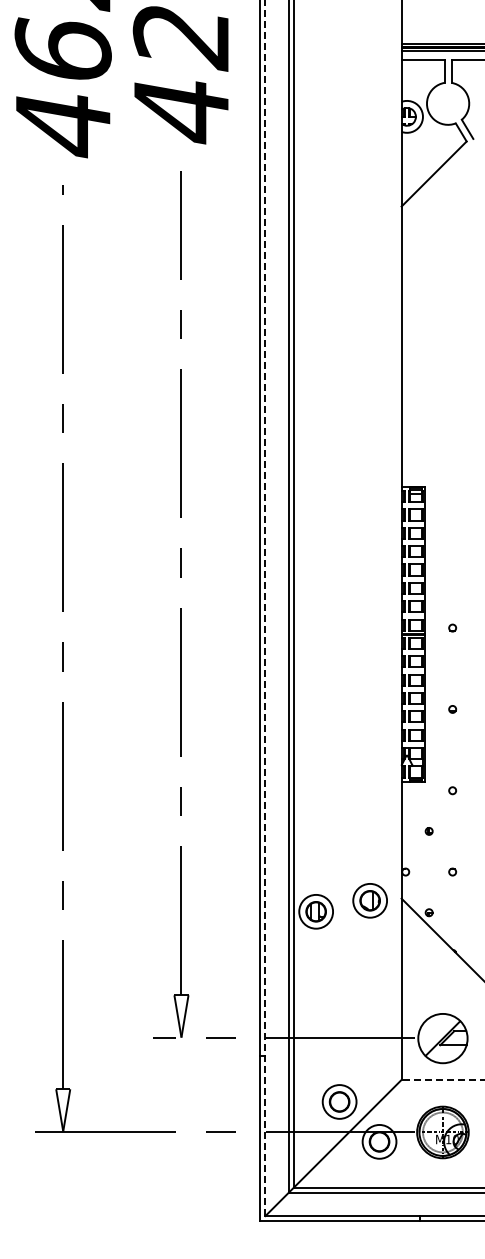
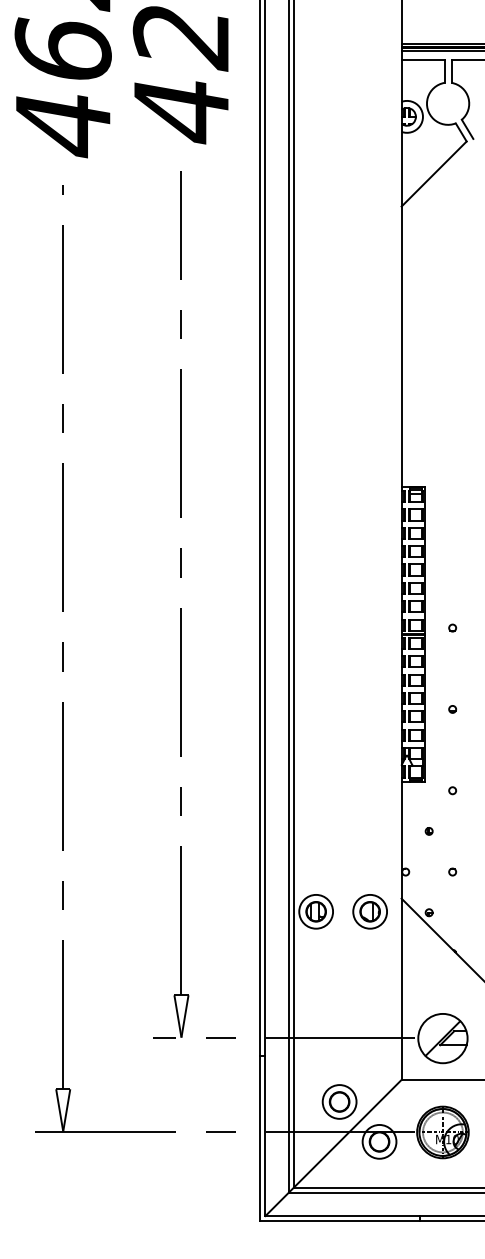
line at (265, 608): dashed -> solid
part at (369, 900) position: (369, 900) -> (369, 911)
line at (442, 1079): dashed -> solid
